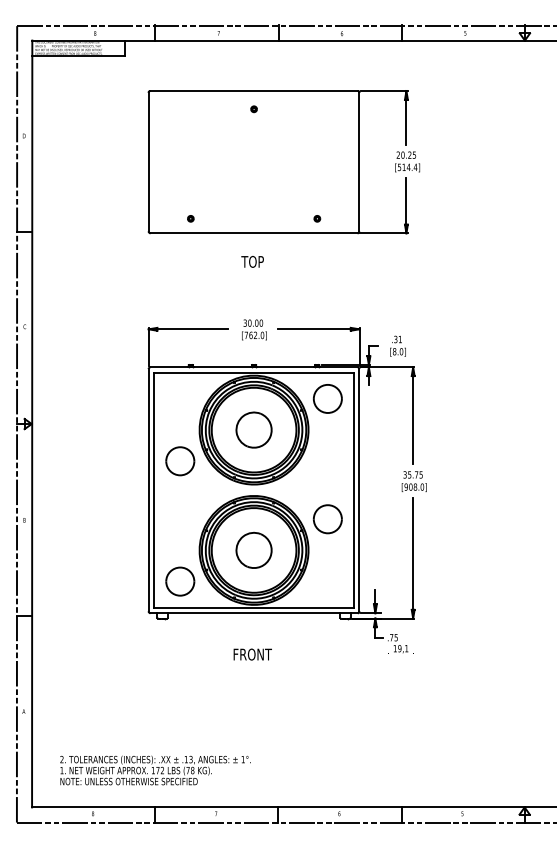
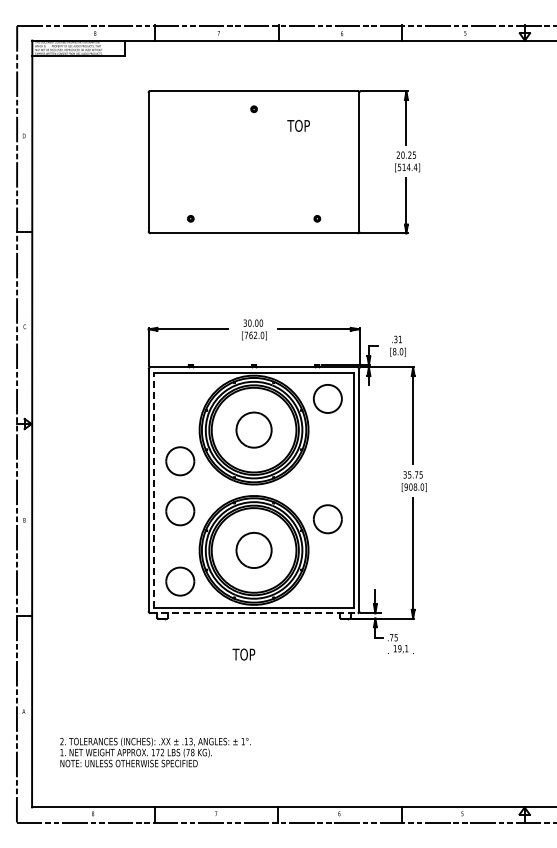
text at (252, 261) position: (252, 261) -> (298, 125)
line at (153, 490): solid -> dashed
part at (180, 511): none -> present
line at (254, 613): solid -> dashed
text at (251, 654): FRONT -> TOP
text at (155, 770) position: (155, 770) -> (155, 752)
